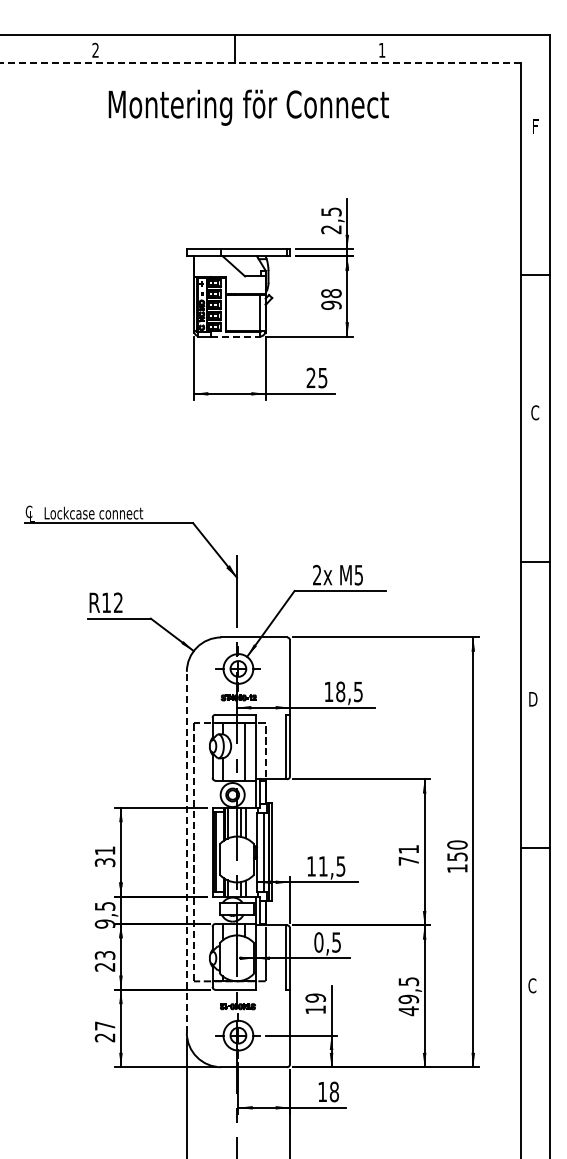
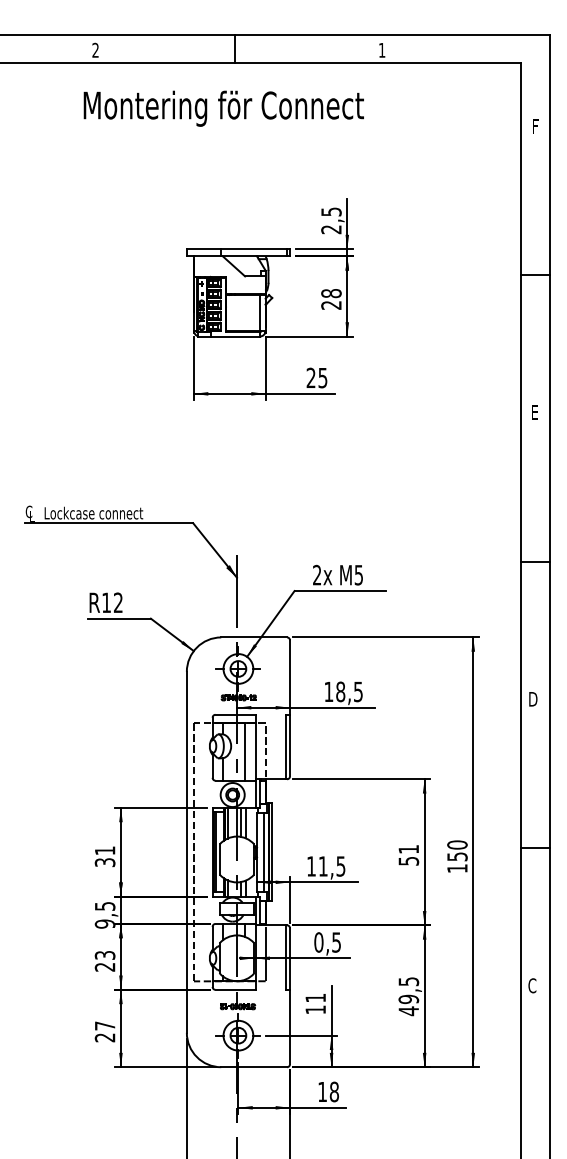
line at (260, 63): dashed -> solid
text at (248, 107) position: (248, 107) -> (223, 108)
text at (331, 304): 98 -> 28
line at (235, 336): dashed -> solid
text at (535, 412): C -> E
line at (186, 851): dashed -> solid
text at (408, 861): 71 -> 51
text at (315, 997): 19 -> 11
